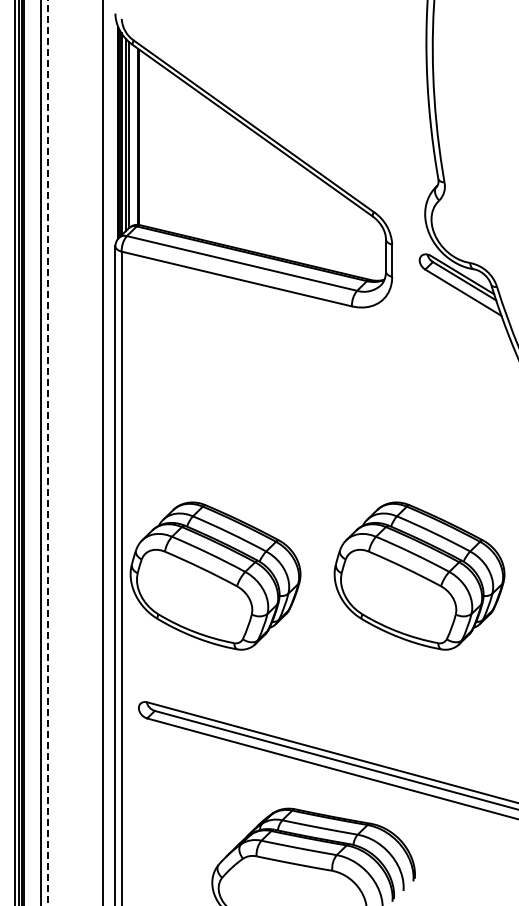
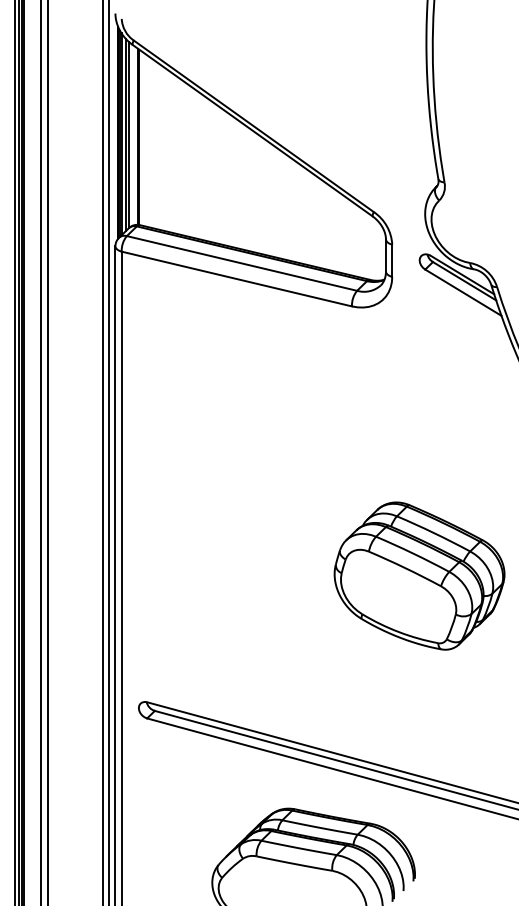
line at (108, 452): none -> present
line at (48, 453): dashed -> solid
part at (215, 575): present -> none
